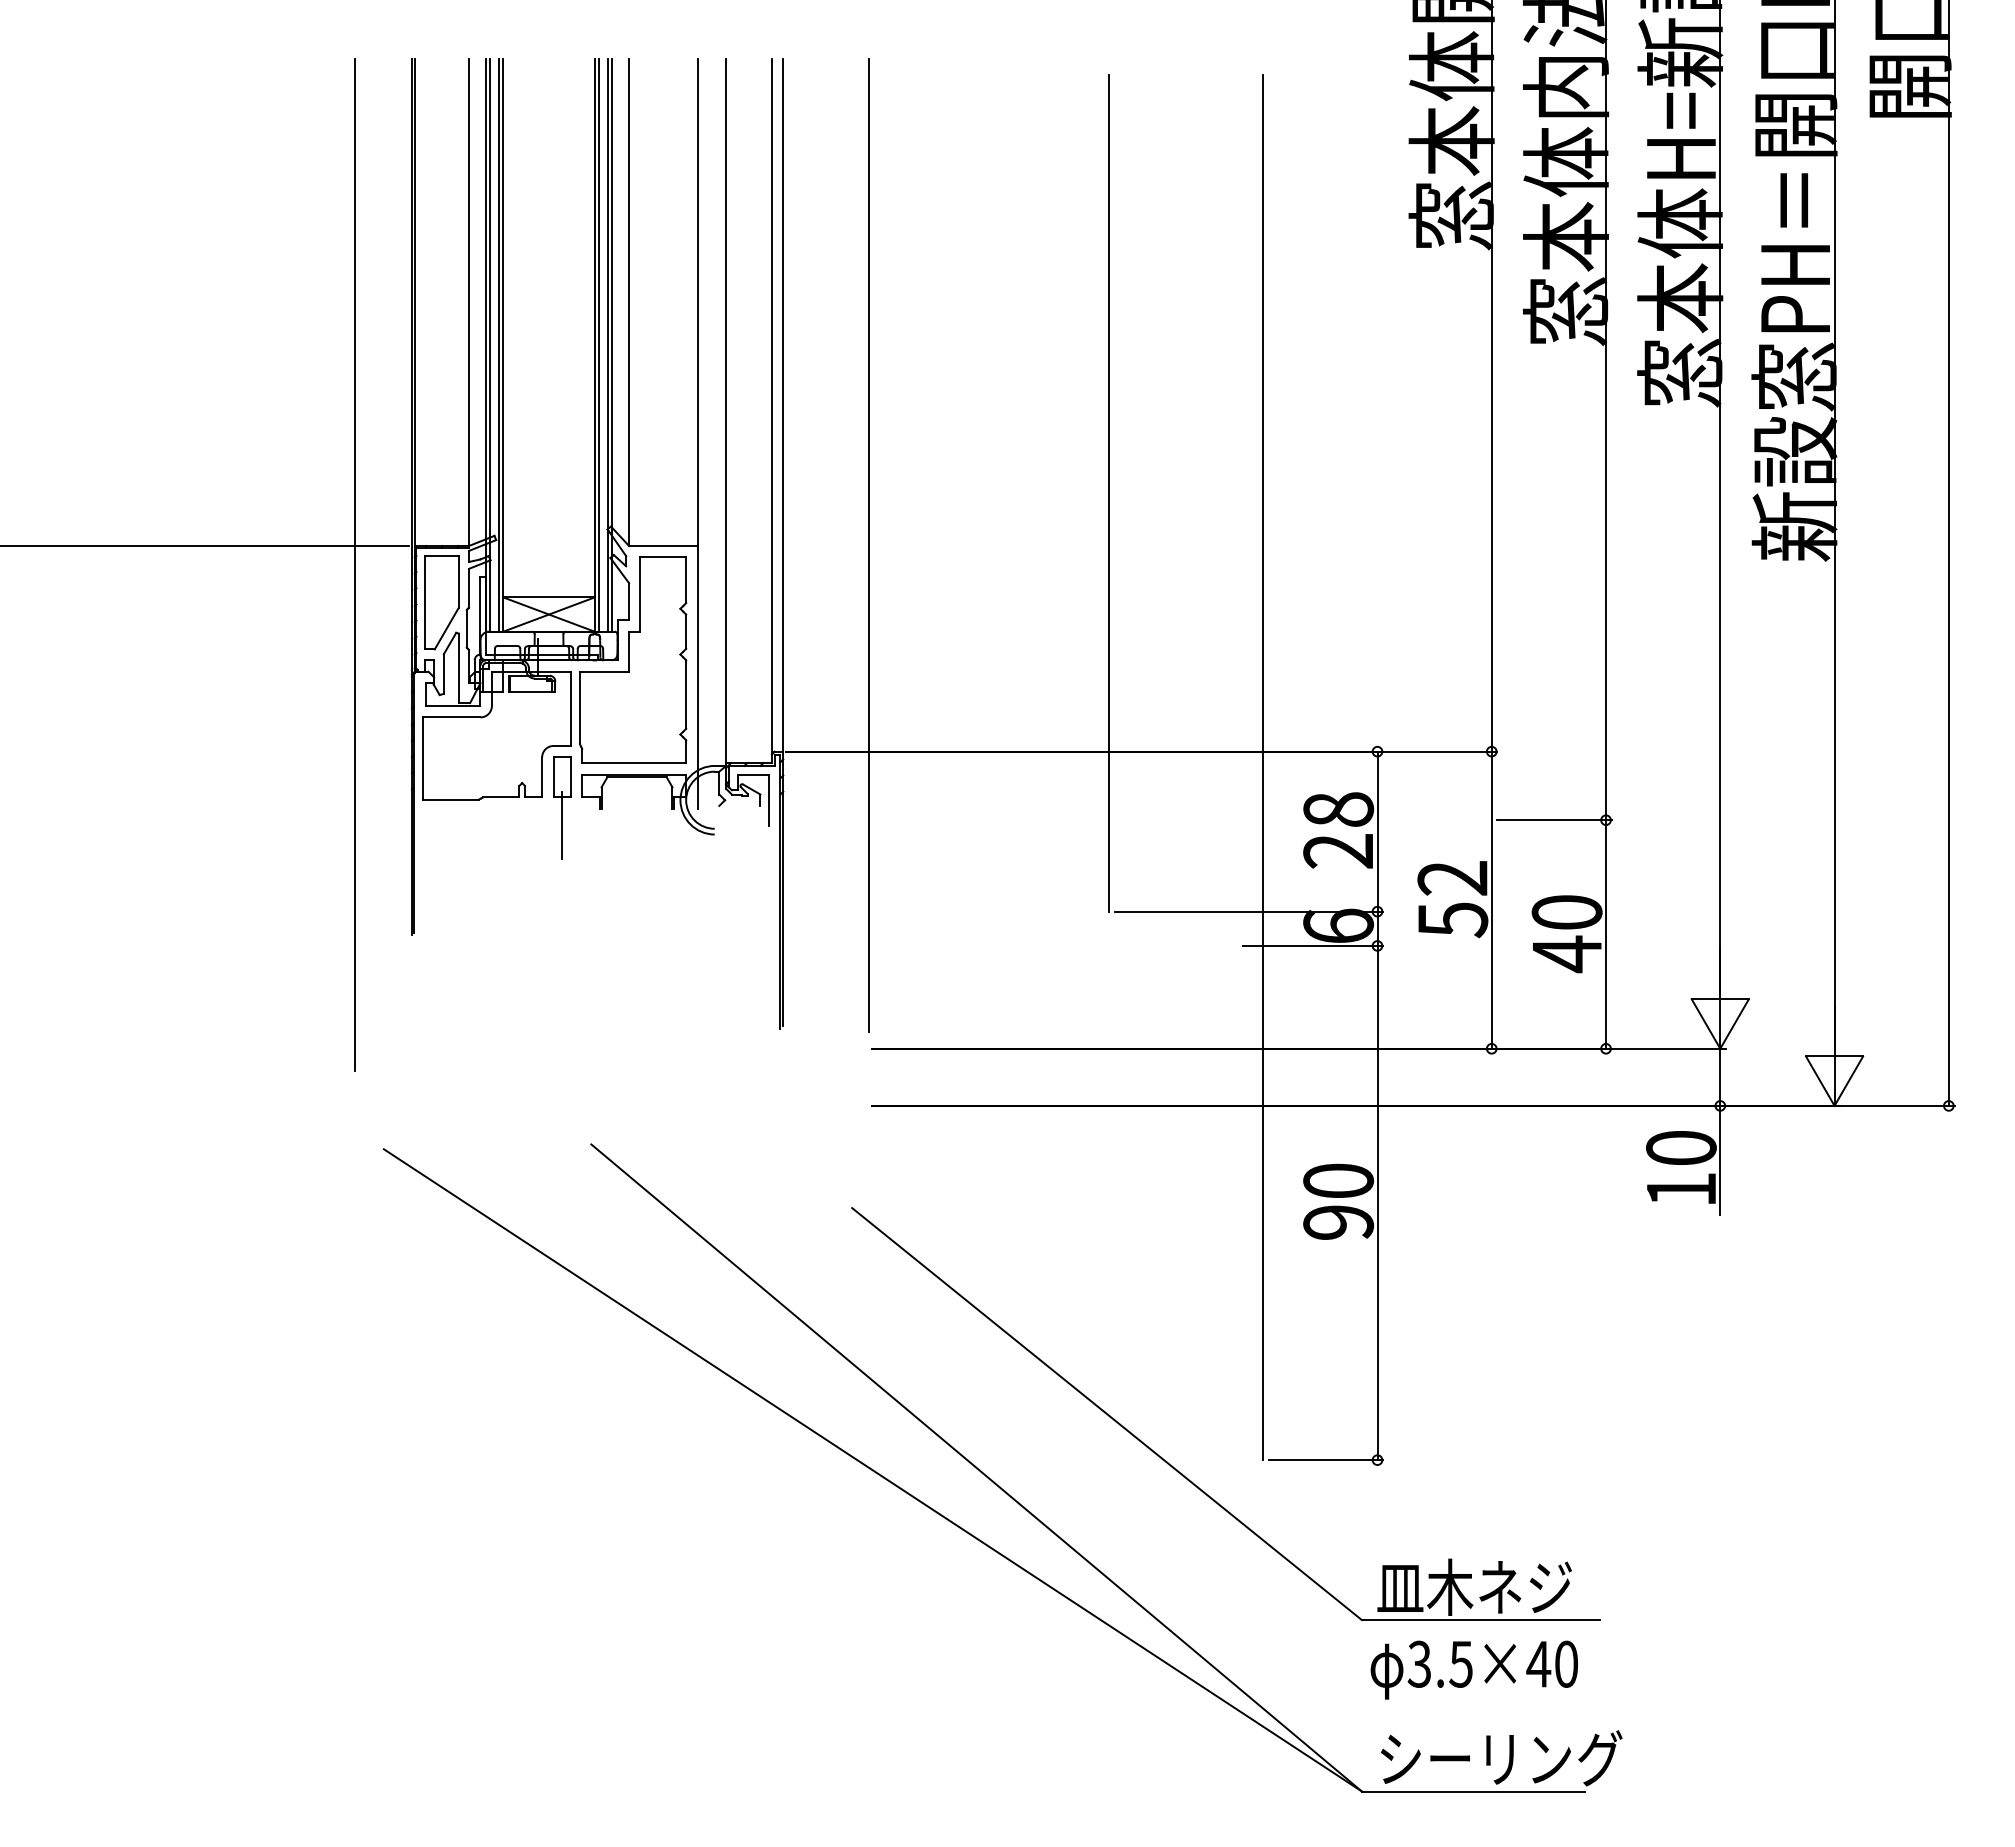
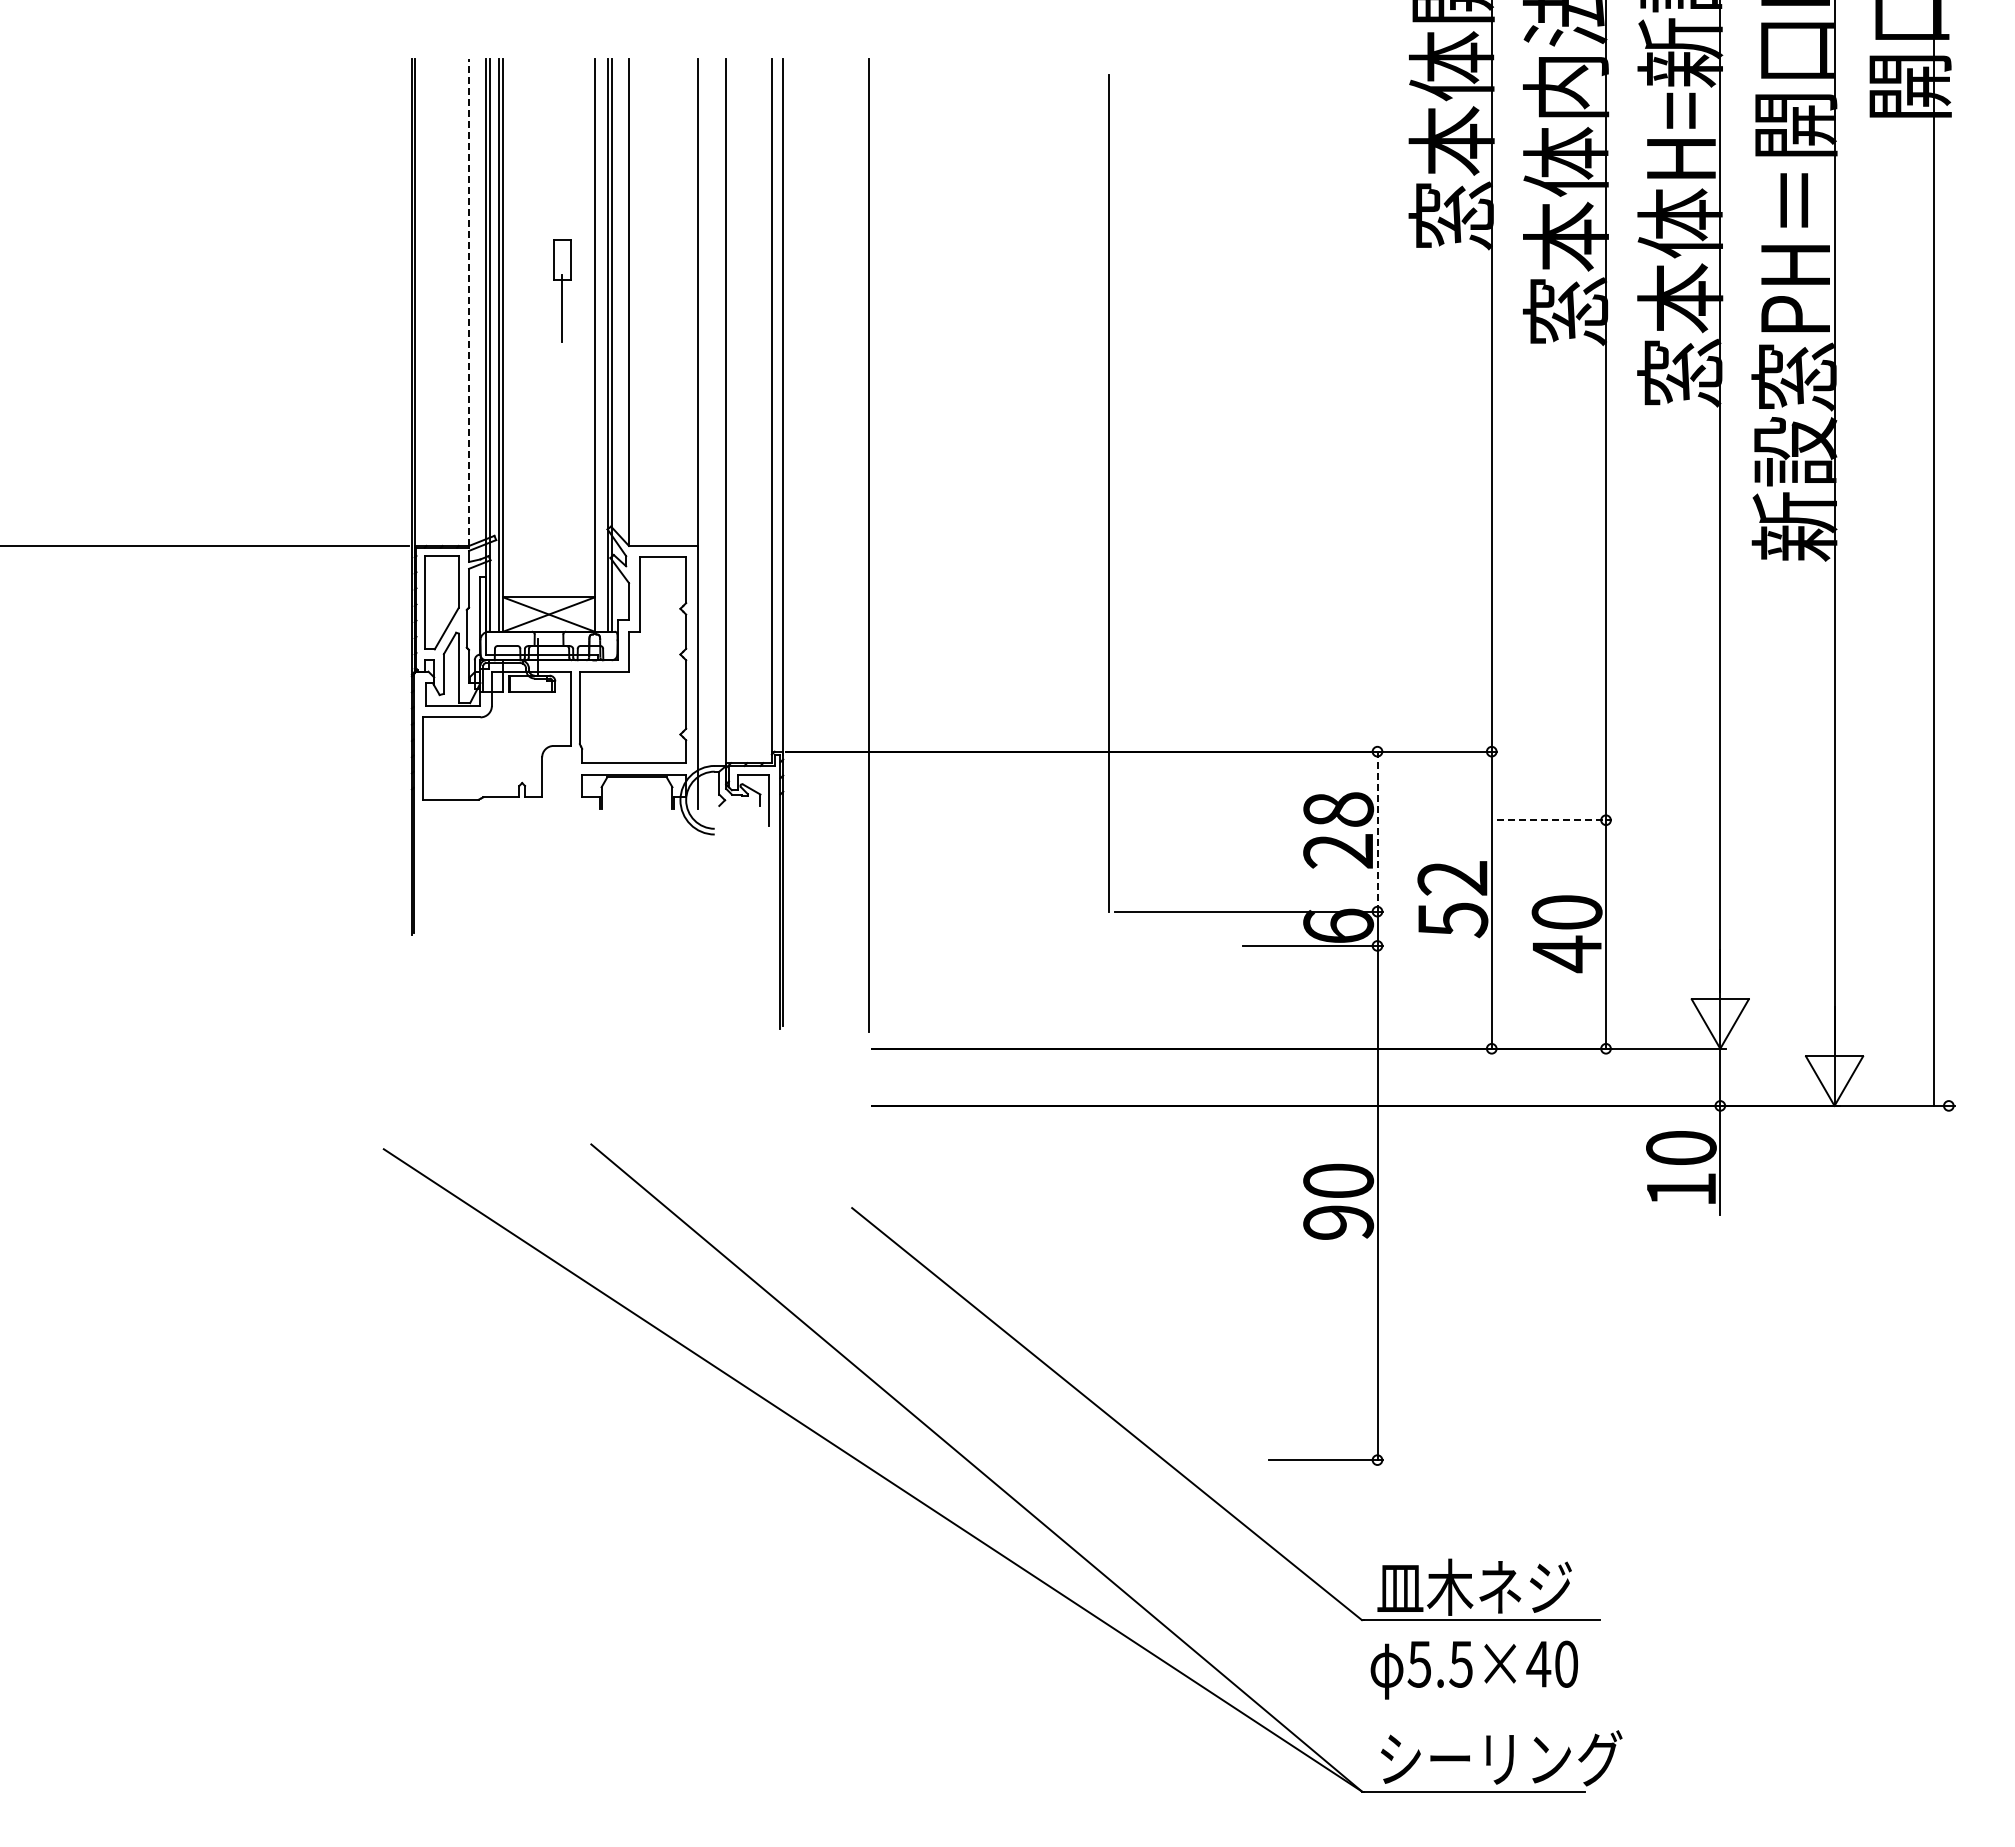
line at (469, 302): solid -> dashed
line at (598, 345): present -> none
line at (1948, 553) position: (1948, 553) -> (1933, 553)
line at (354, 565): present -> none
line at (1263, 767): present -> none
part at (562, 807) position: (562, 807) -> (562, 290)
line at (1555, 820): solid -> dashed
line at (1377, 831): solid -> dashed
text at (1418, 1663): 3.5×40 -> 5.5×40
